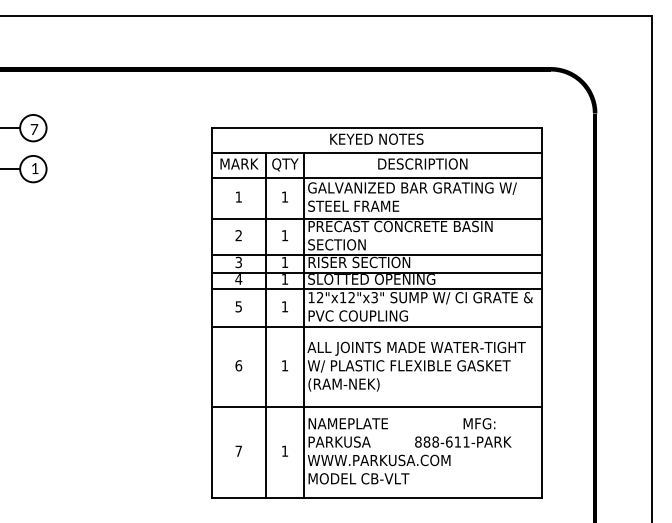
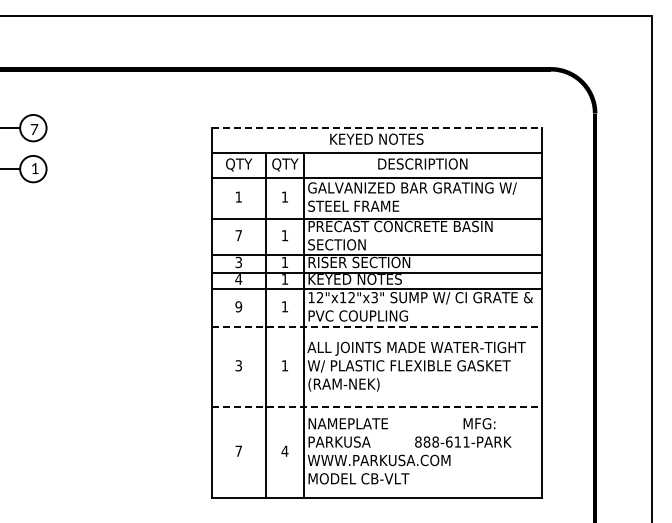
line at (376, 128): solid -> dashed
text at (239, 164): MARK -> QTY
text at (238, 235): 2 -> 7
text at (371, 279): SLOTTED OPENING -> KEYED NOTES
text at (238, 306): 5 -> 9
line at (376, 327): solid -> dashed
text at (238, 365): 6 -> 3
line at (376, 407): solid -> dashed
text at (284, 450): 1 -> 4
